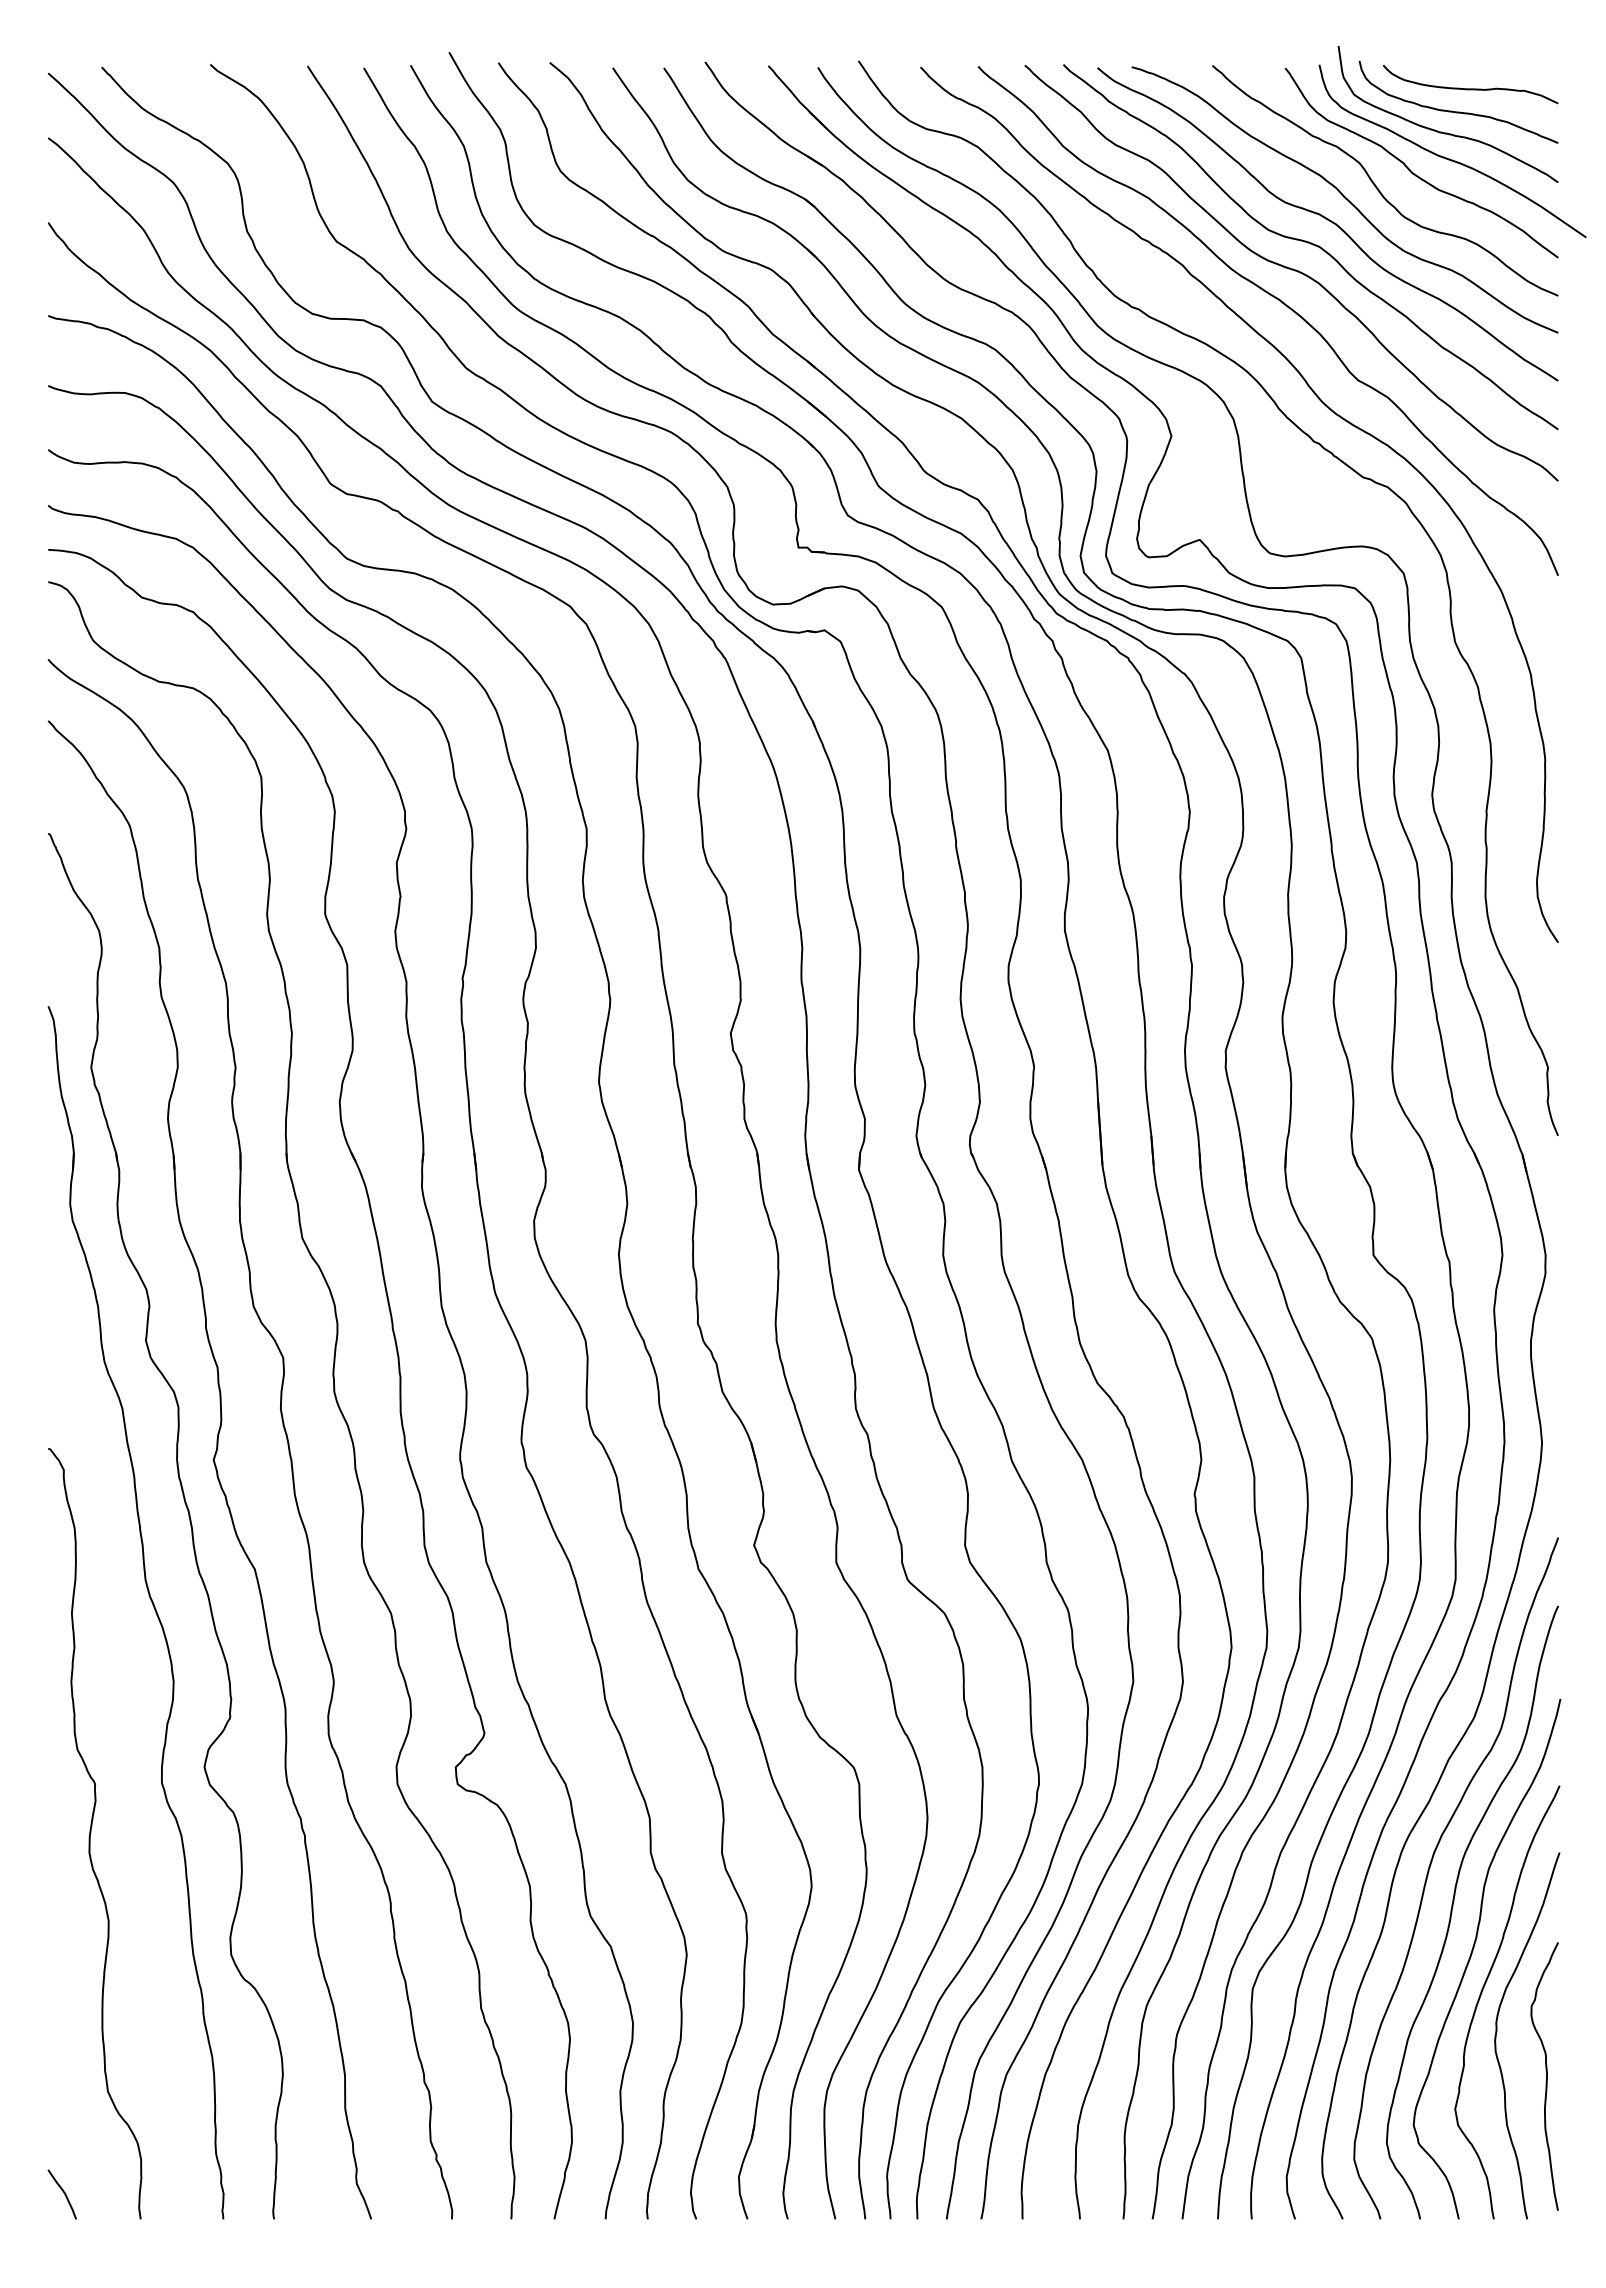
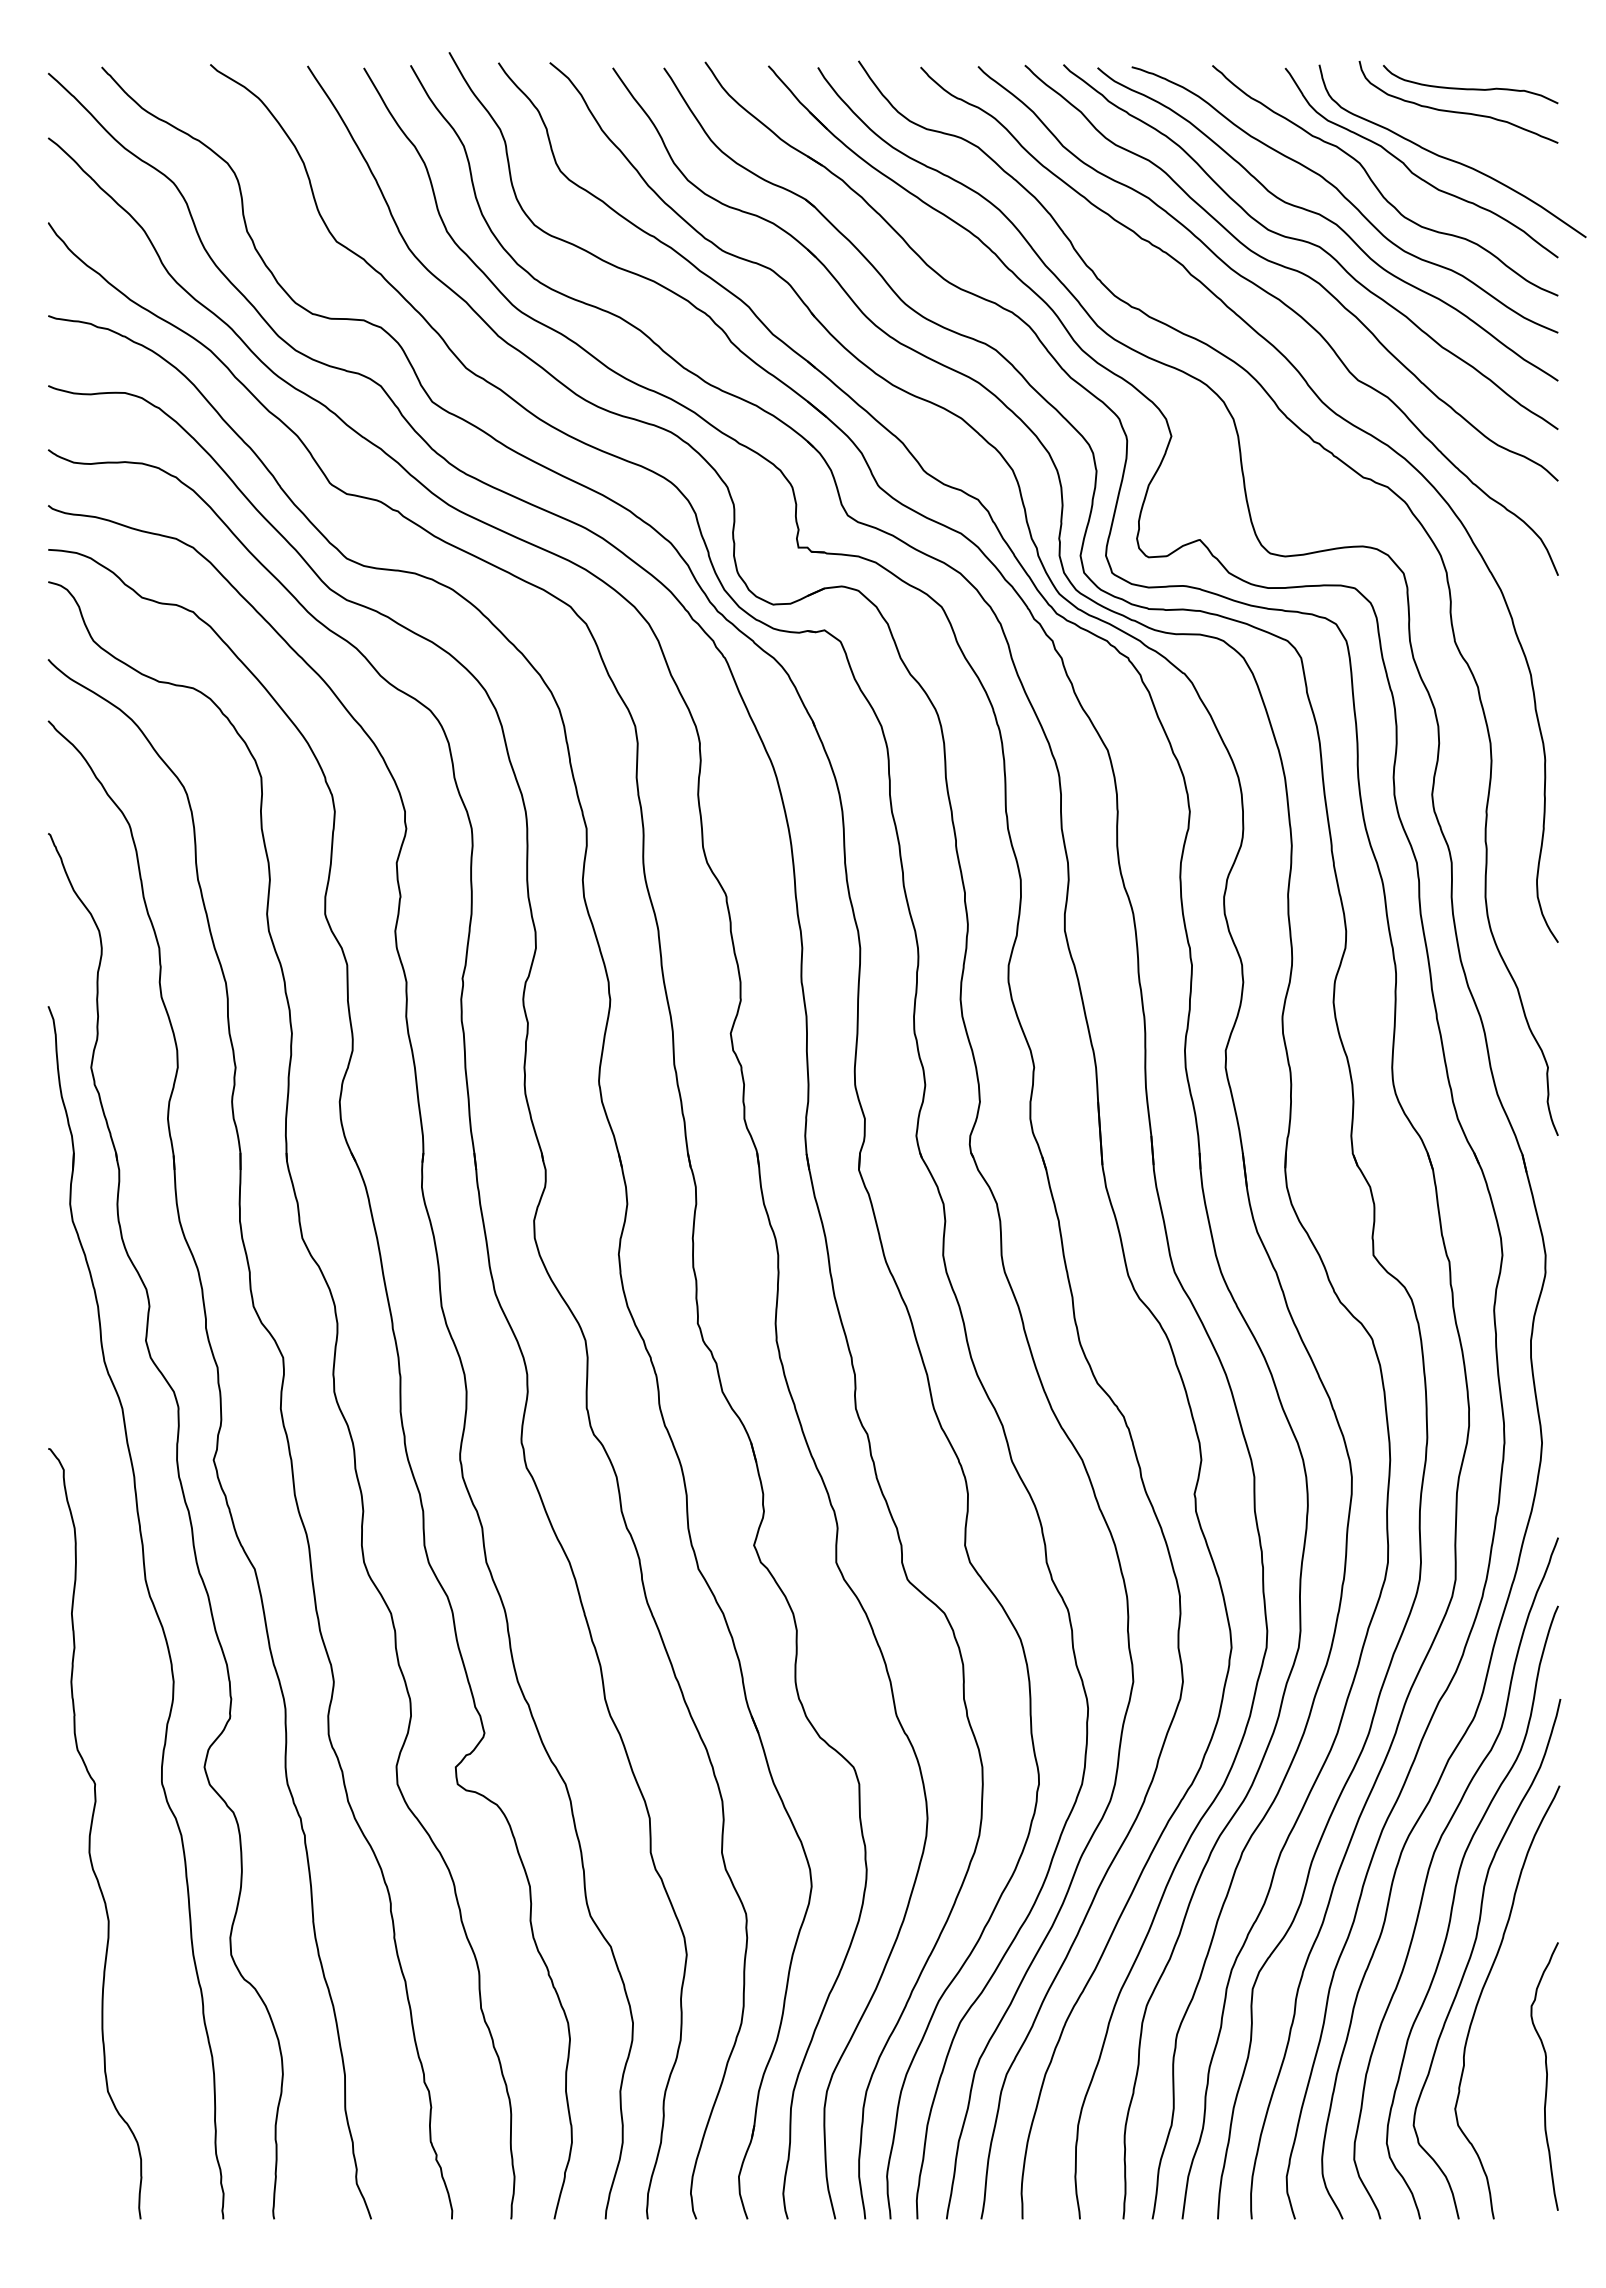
curve at (1447, 132): present -> none
curve at (1497, 2032): present -> none
curve at (63, 2193): present -> none
